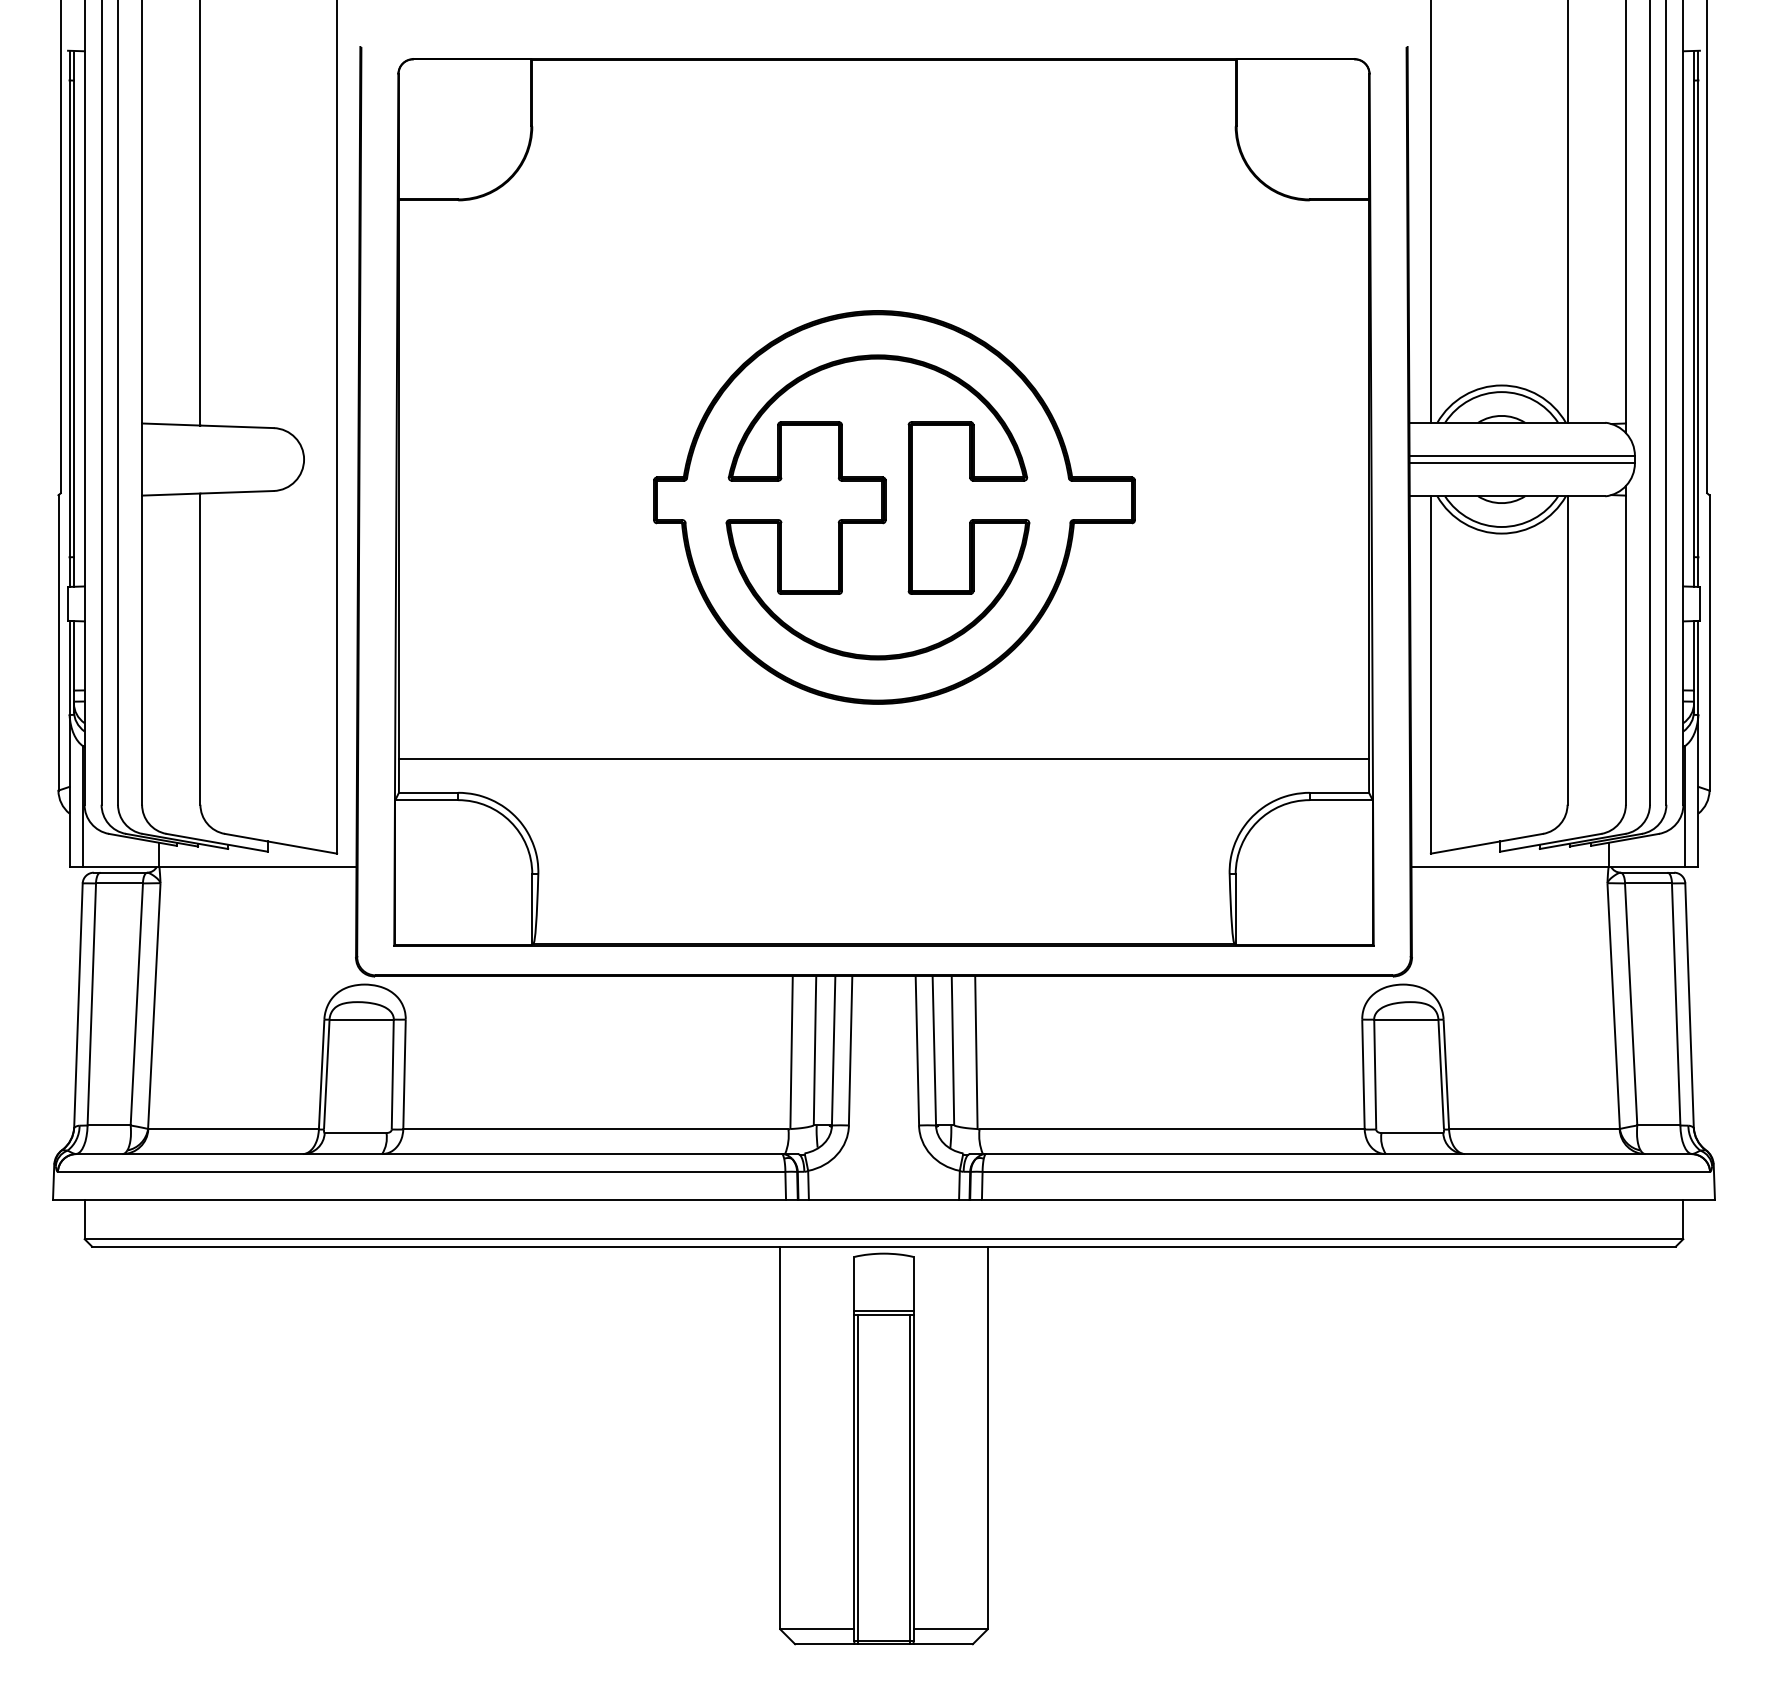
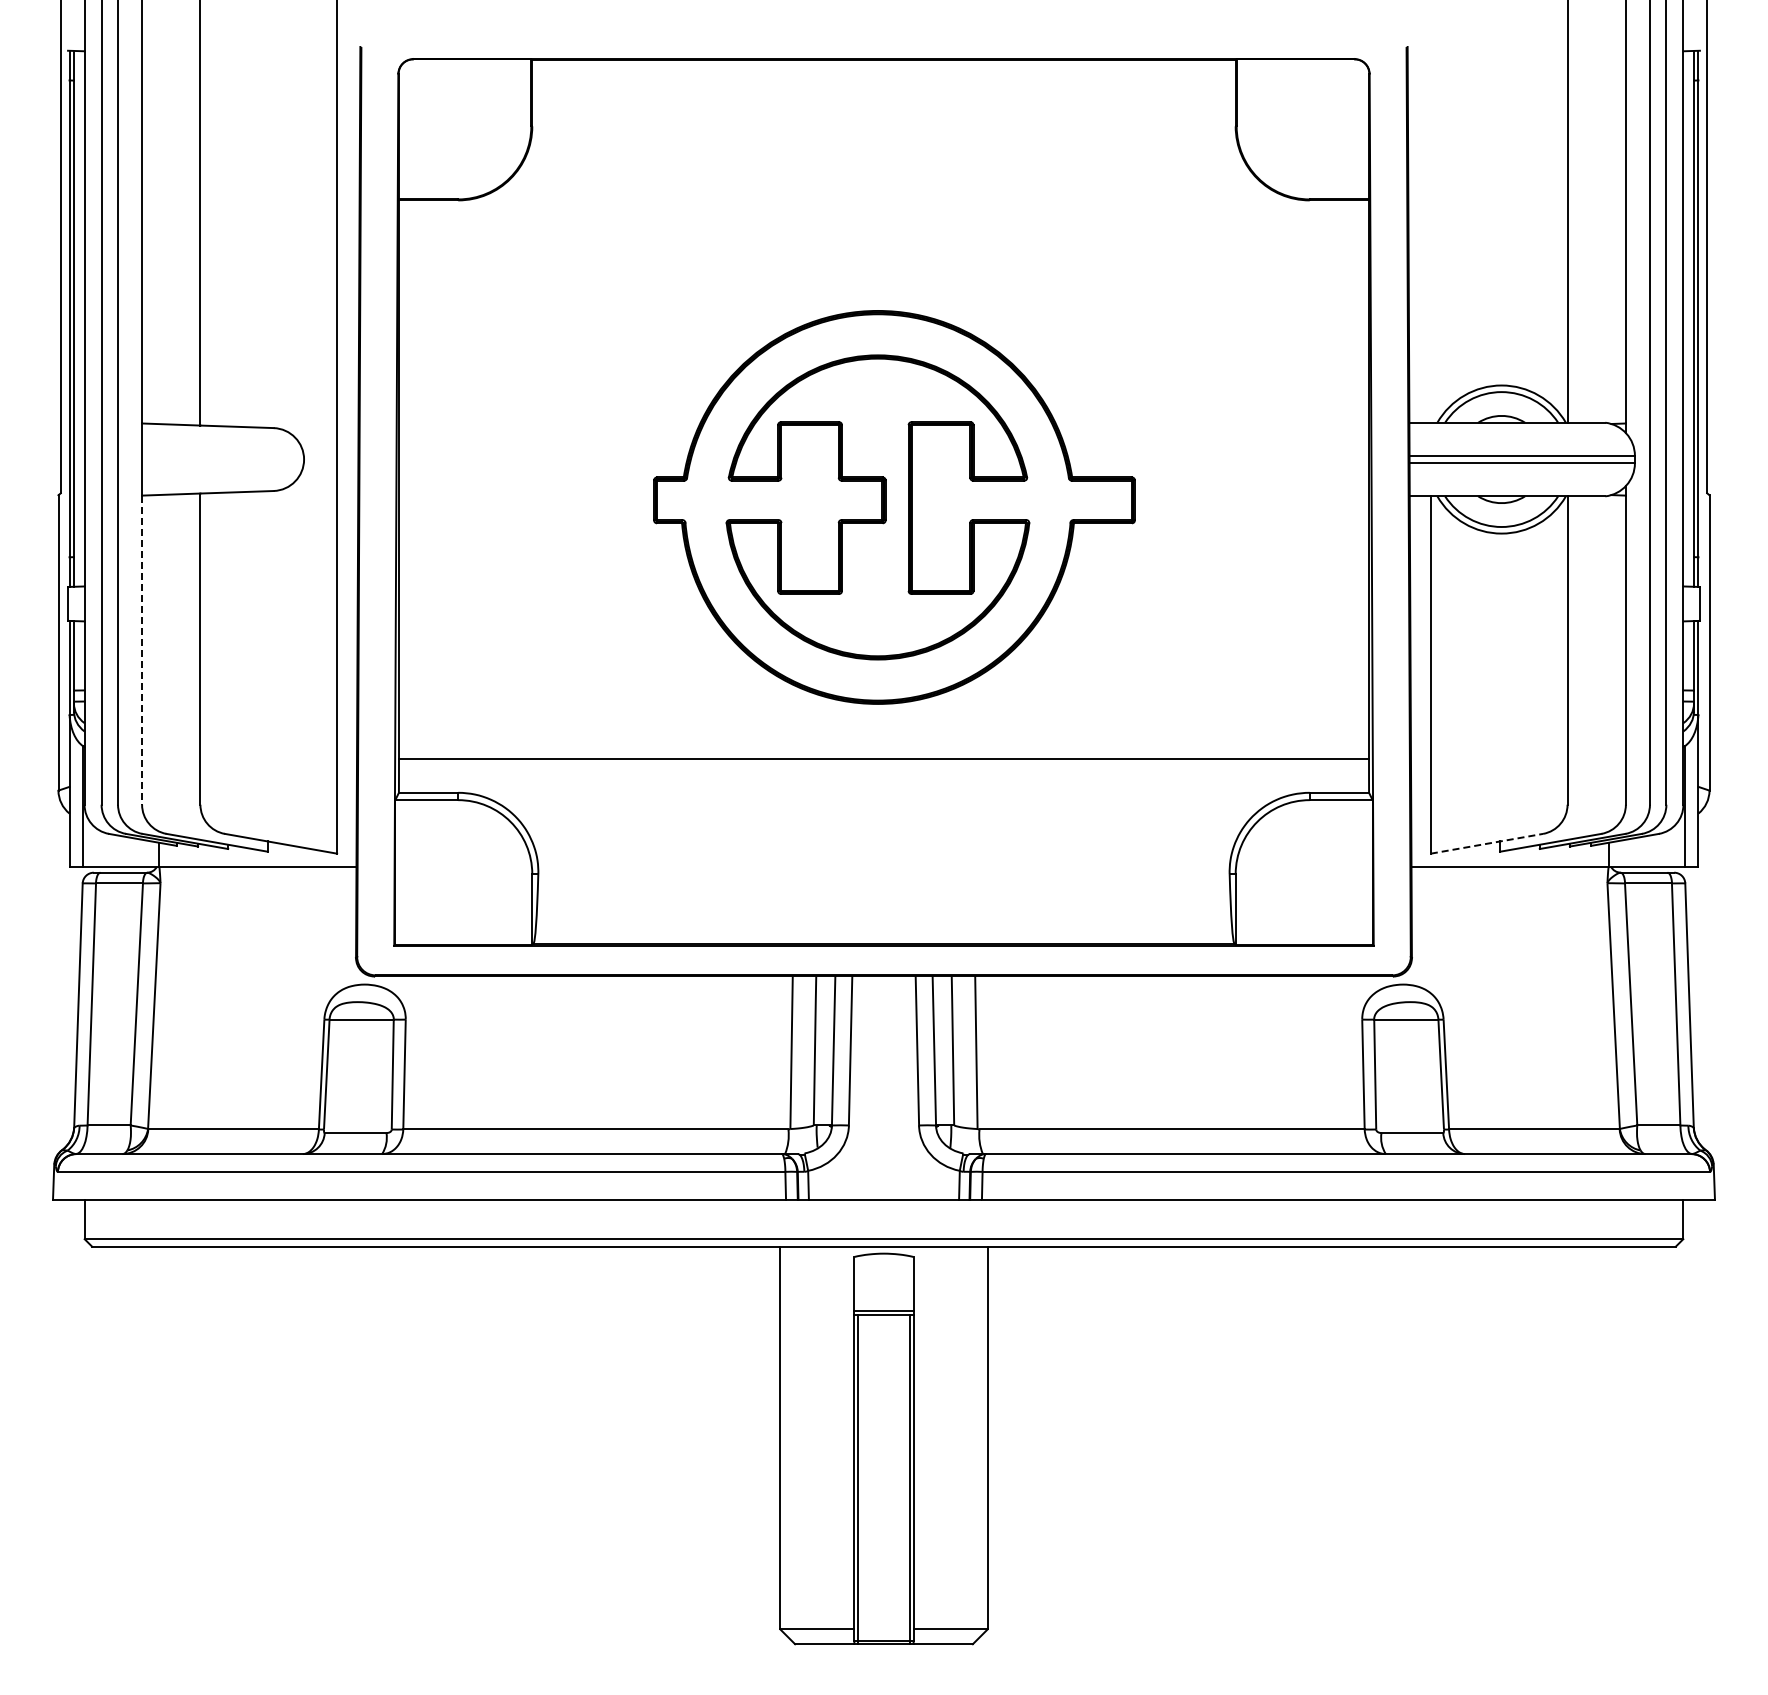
line at (1430, 212): present -> none
line at (142, 650): solid -> dashed
line at (1486, 843): solid -> dashed
